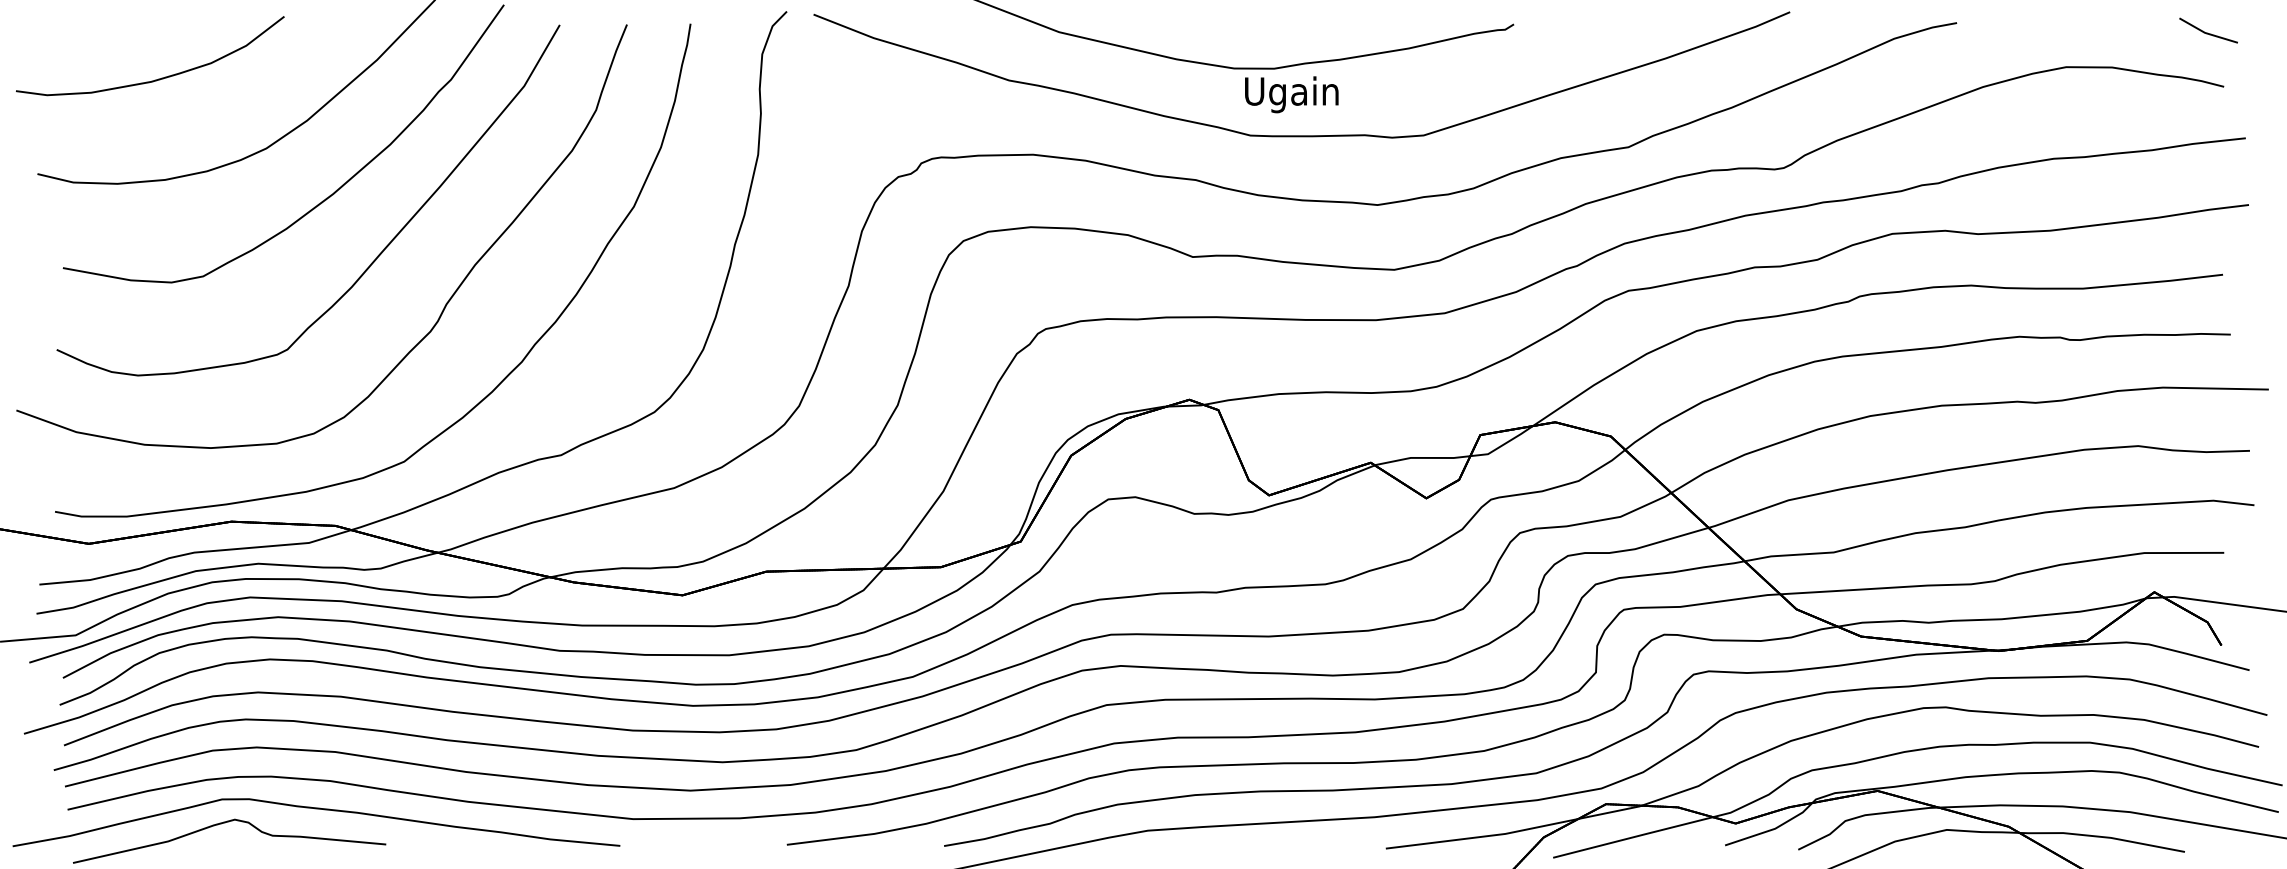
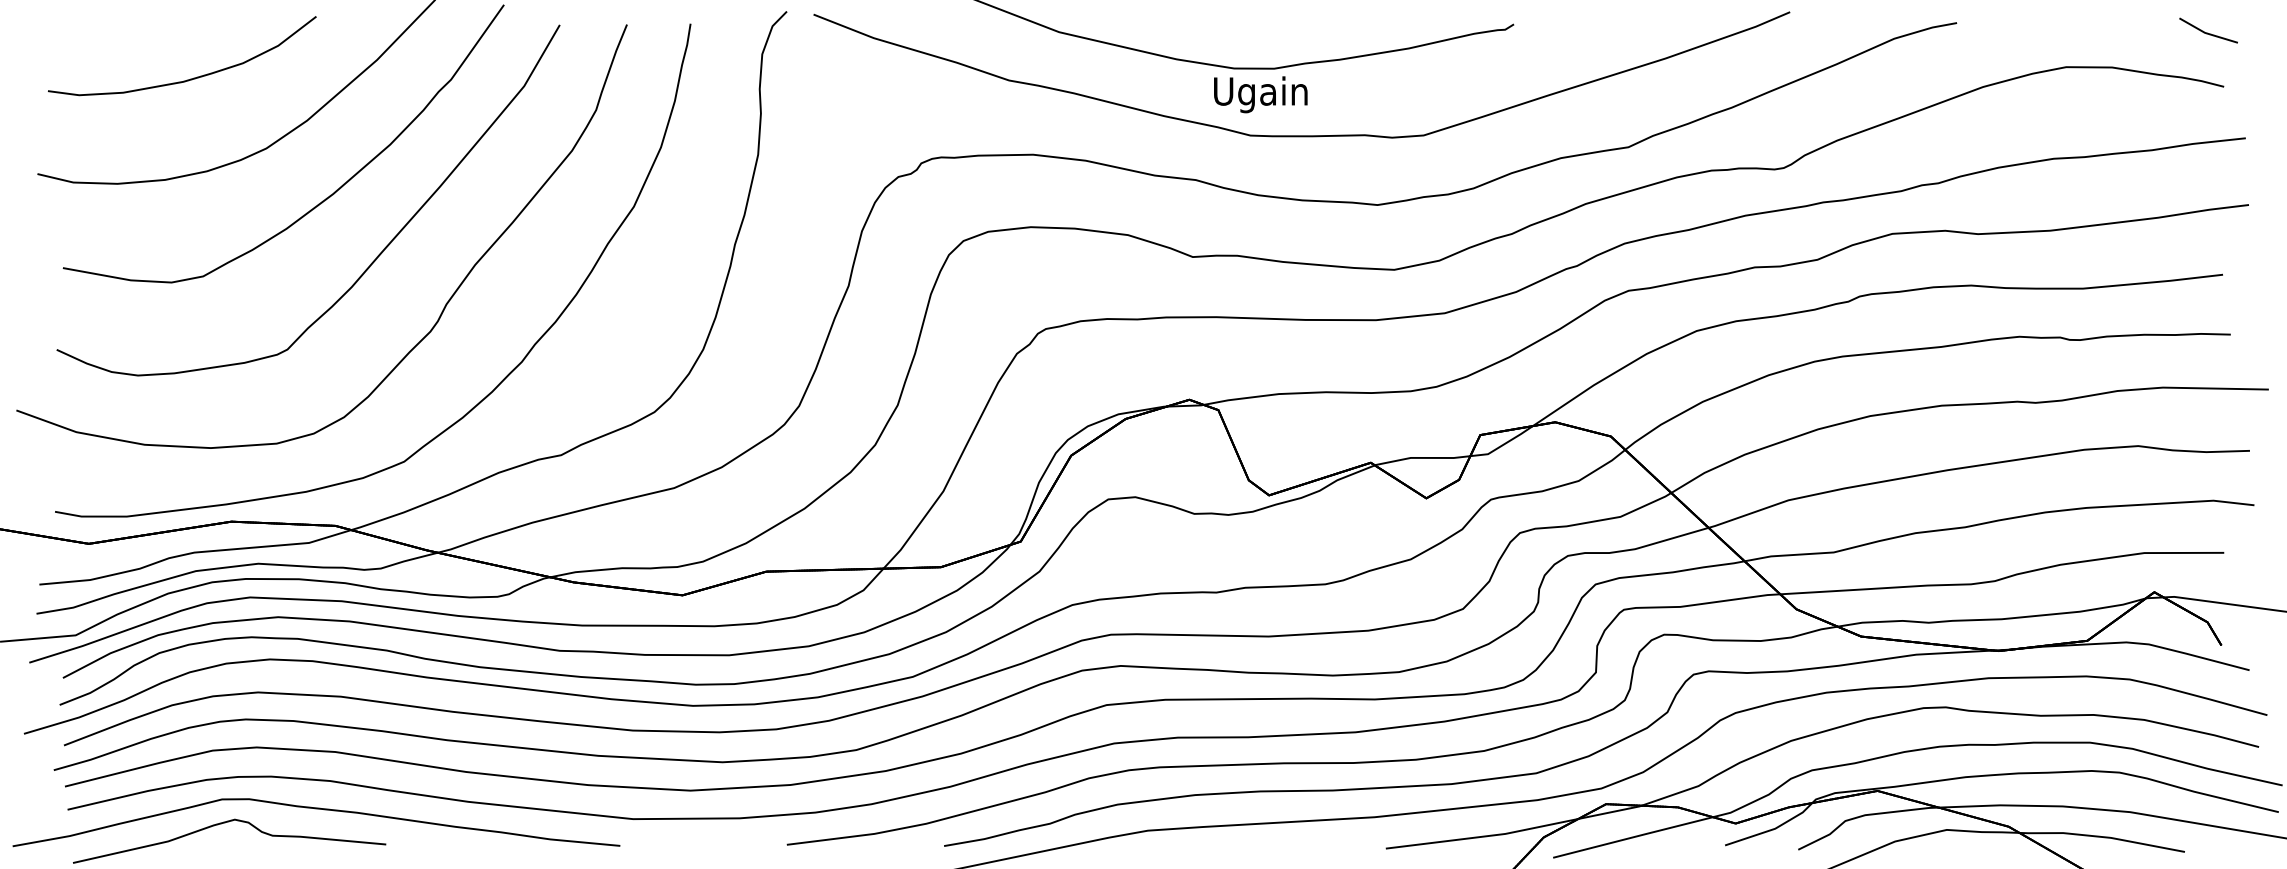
part at (158, 78) position: (158, 78) -> (190, 78)
text at (1291, 94) position: (1291, 94) -> (1260, 94)
